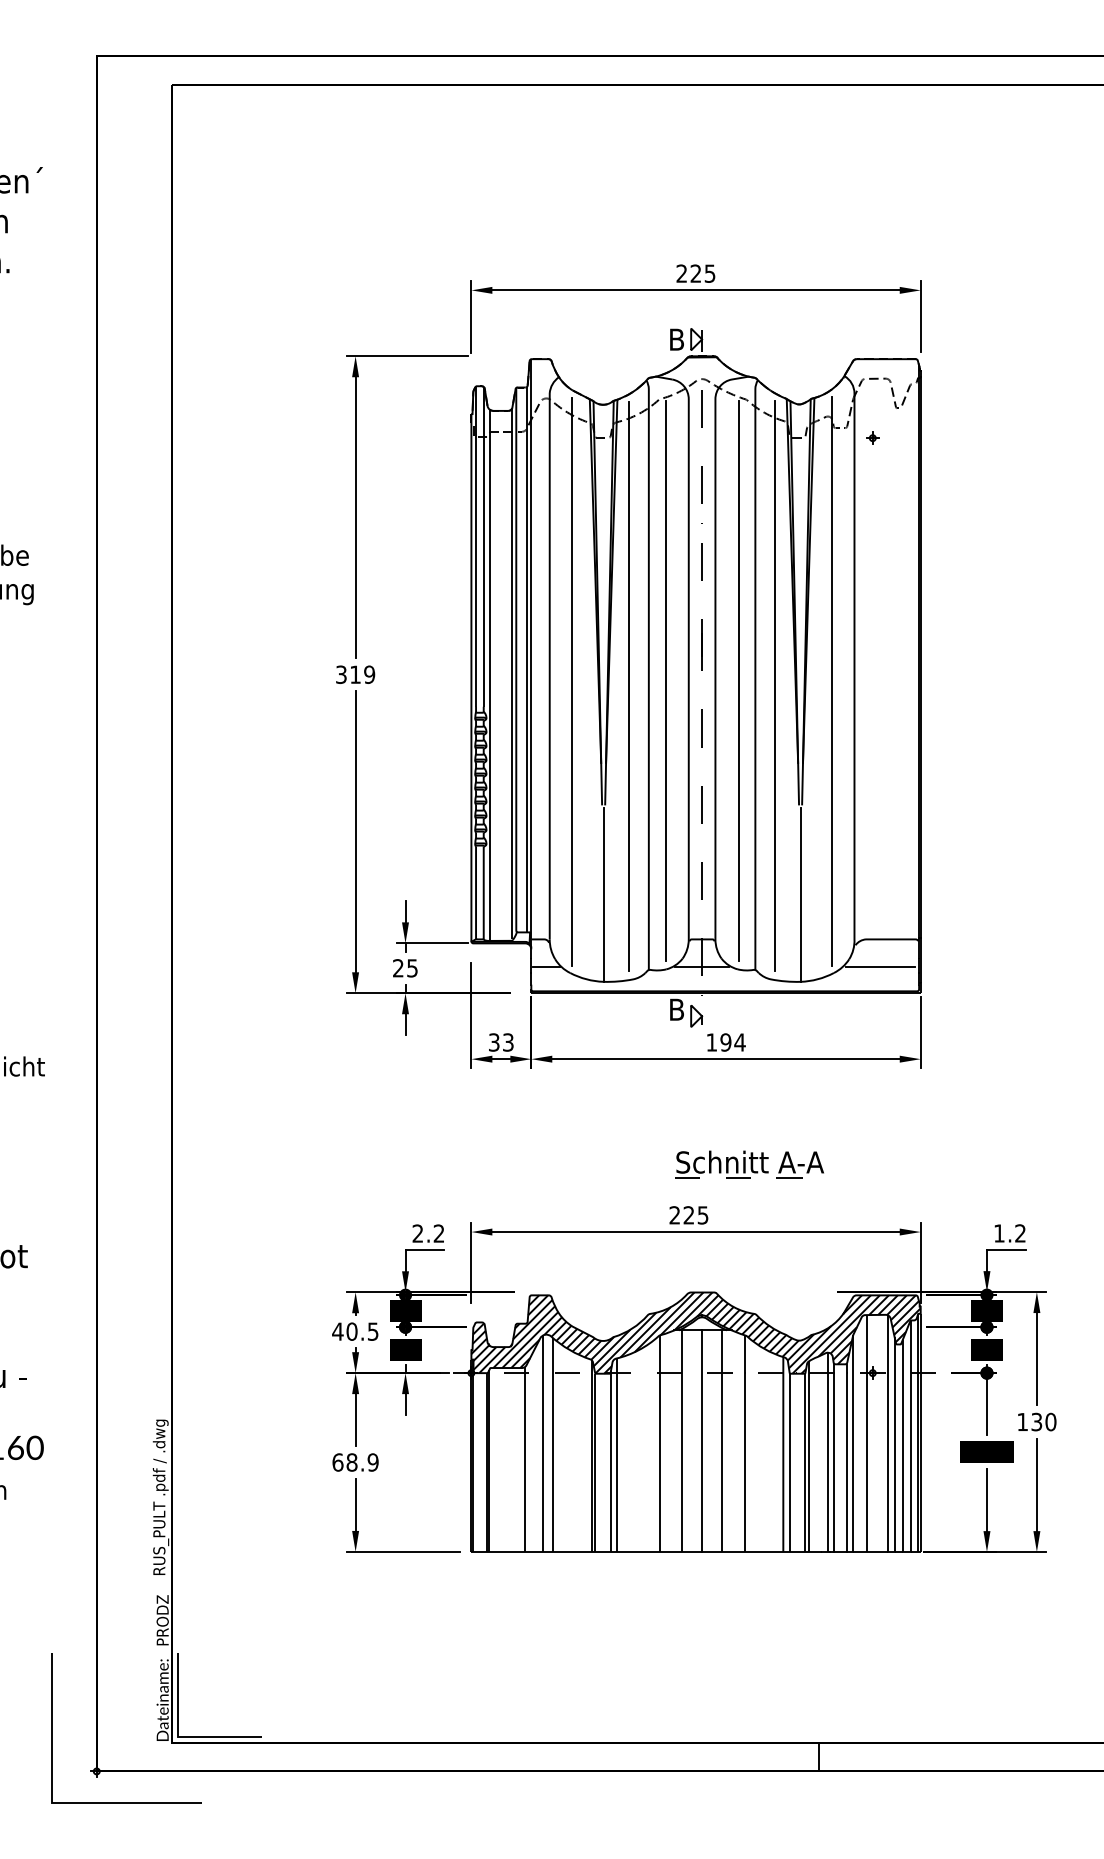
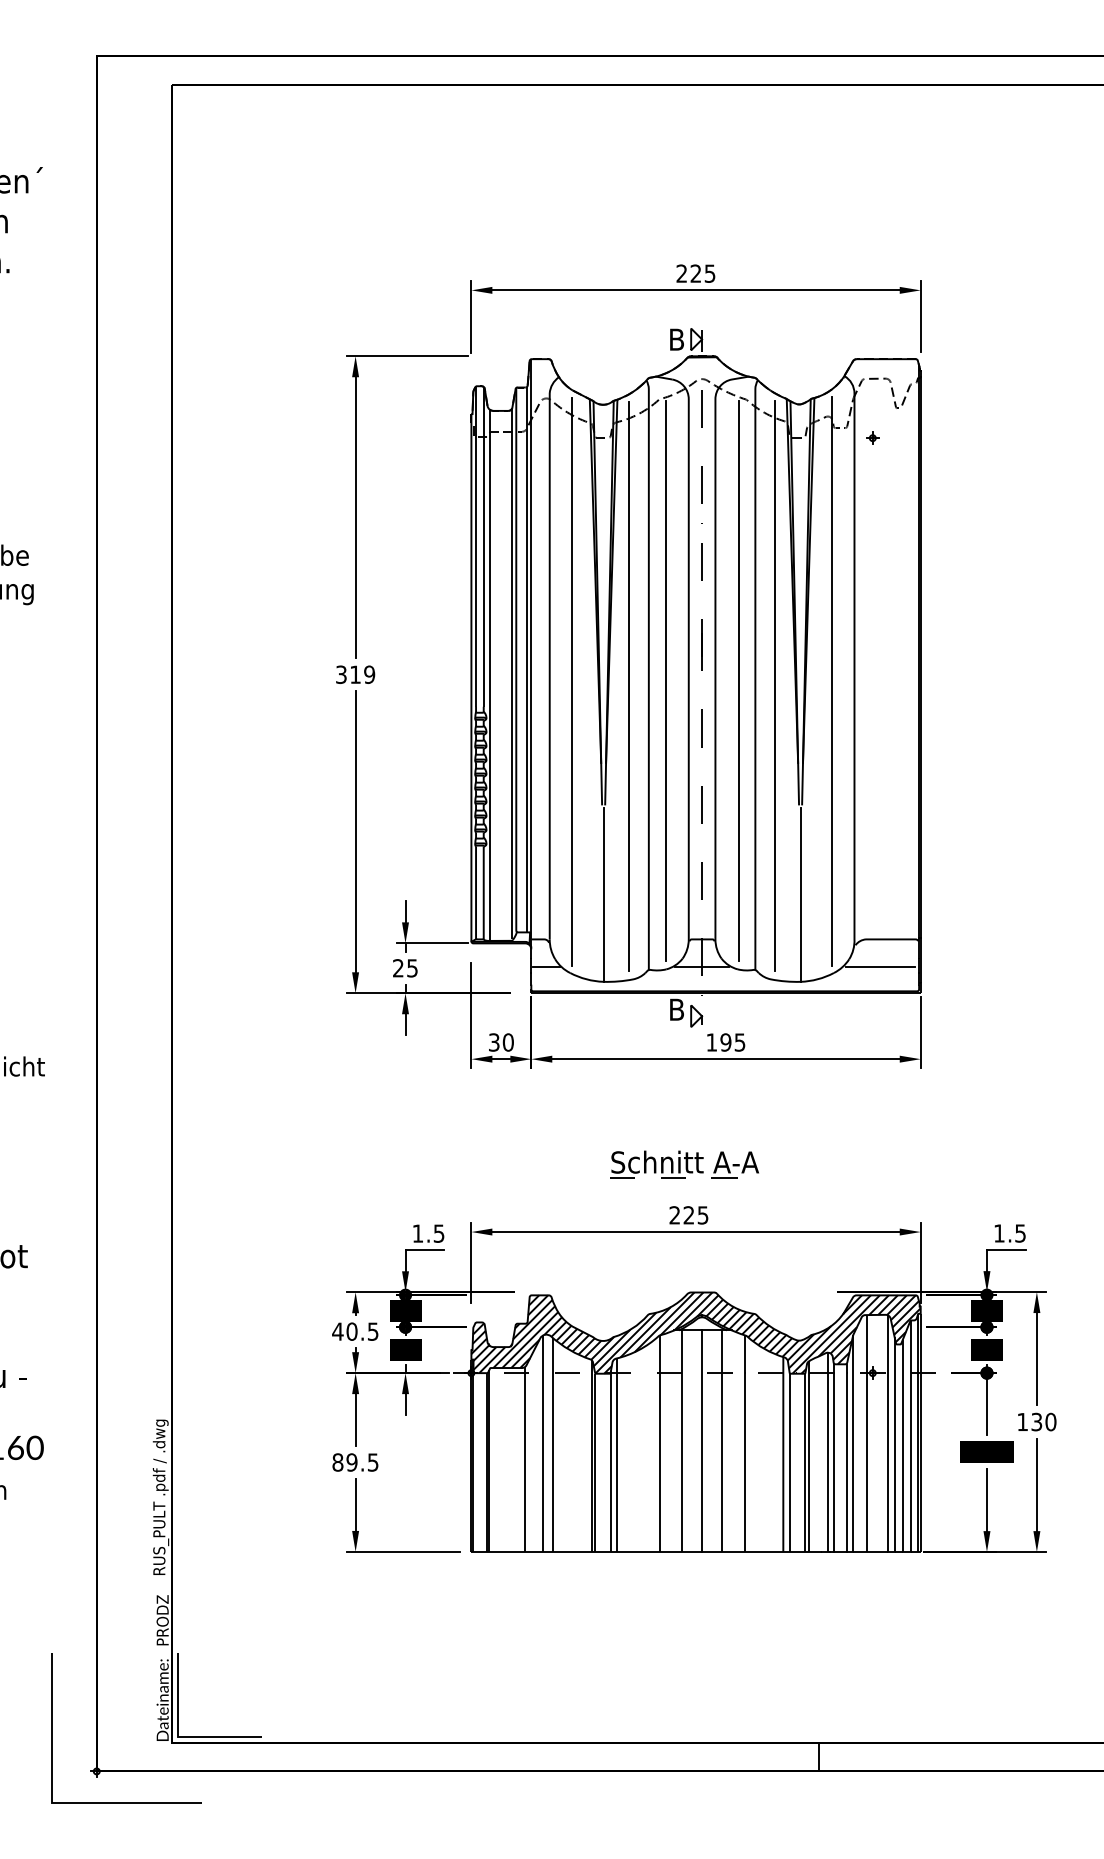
text at (507, 1042): 33 -> 30
text at (739, 1042): 194 -> 195
part at (749, 1164) position: (749, 1164) -> (684, 1164)
text at (428, 1233): 2.2 -> 1.5
text at (1020, 1233): 1.2 -> 1.5
text at (355, 1462): 68.9 -> 89.5
